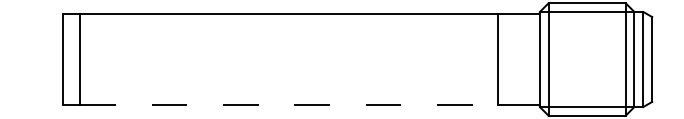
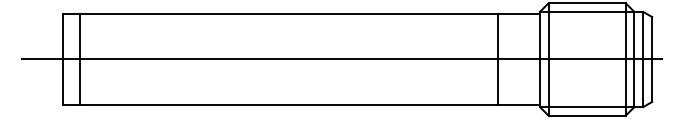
line at (341, 59): none -> present
line at (289, 104): dashed -> solid
